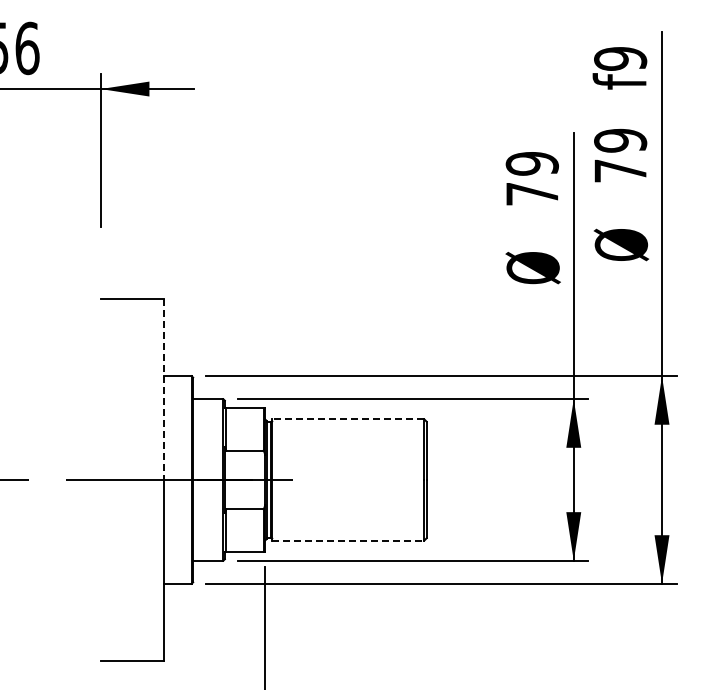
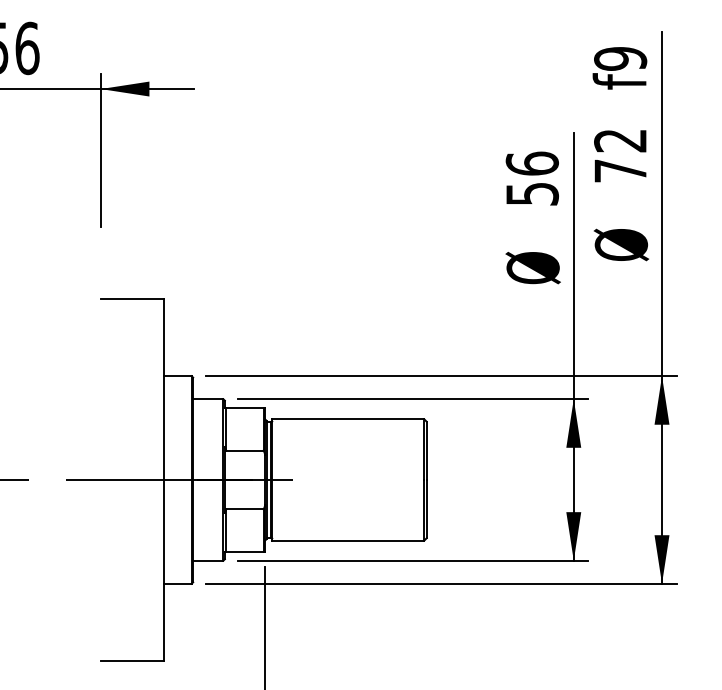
text at (620, 140): 79 -> 72
text at (531, 178): 79 -> 56
line at (164, 390): dashed -> solid
line at (348, 419): dashed -> solid
line at (348, 540): dashed -> solid
